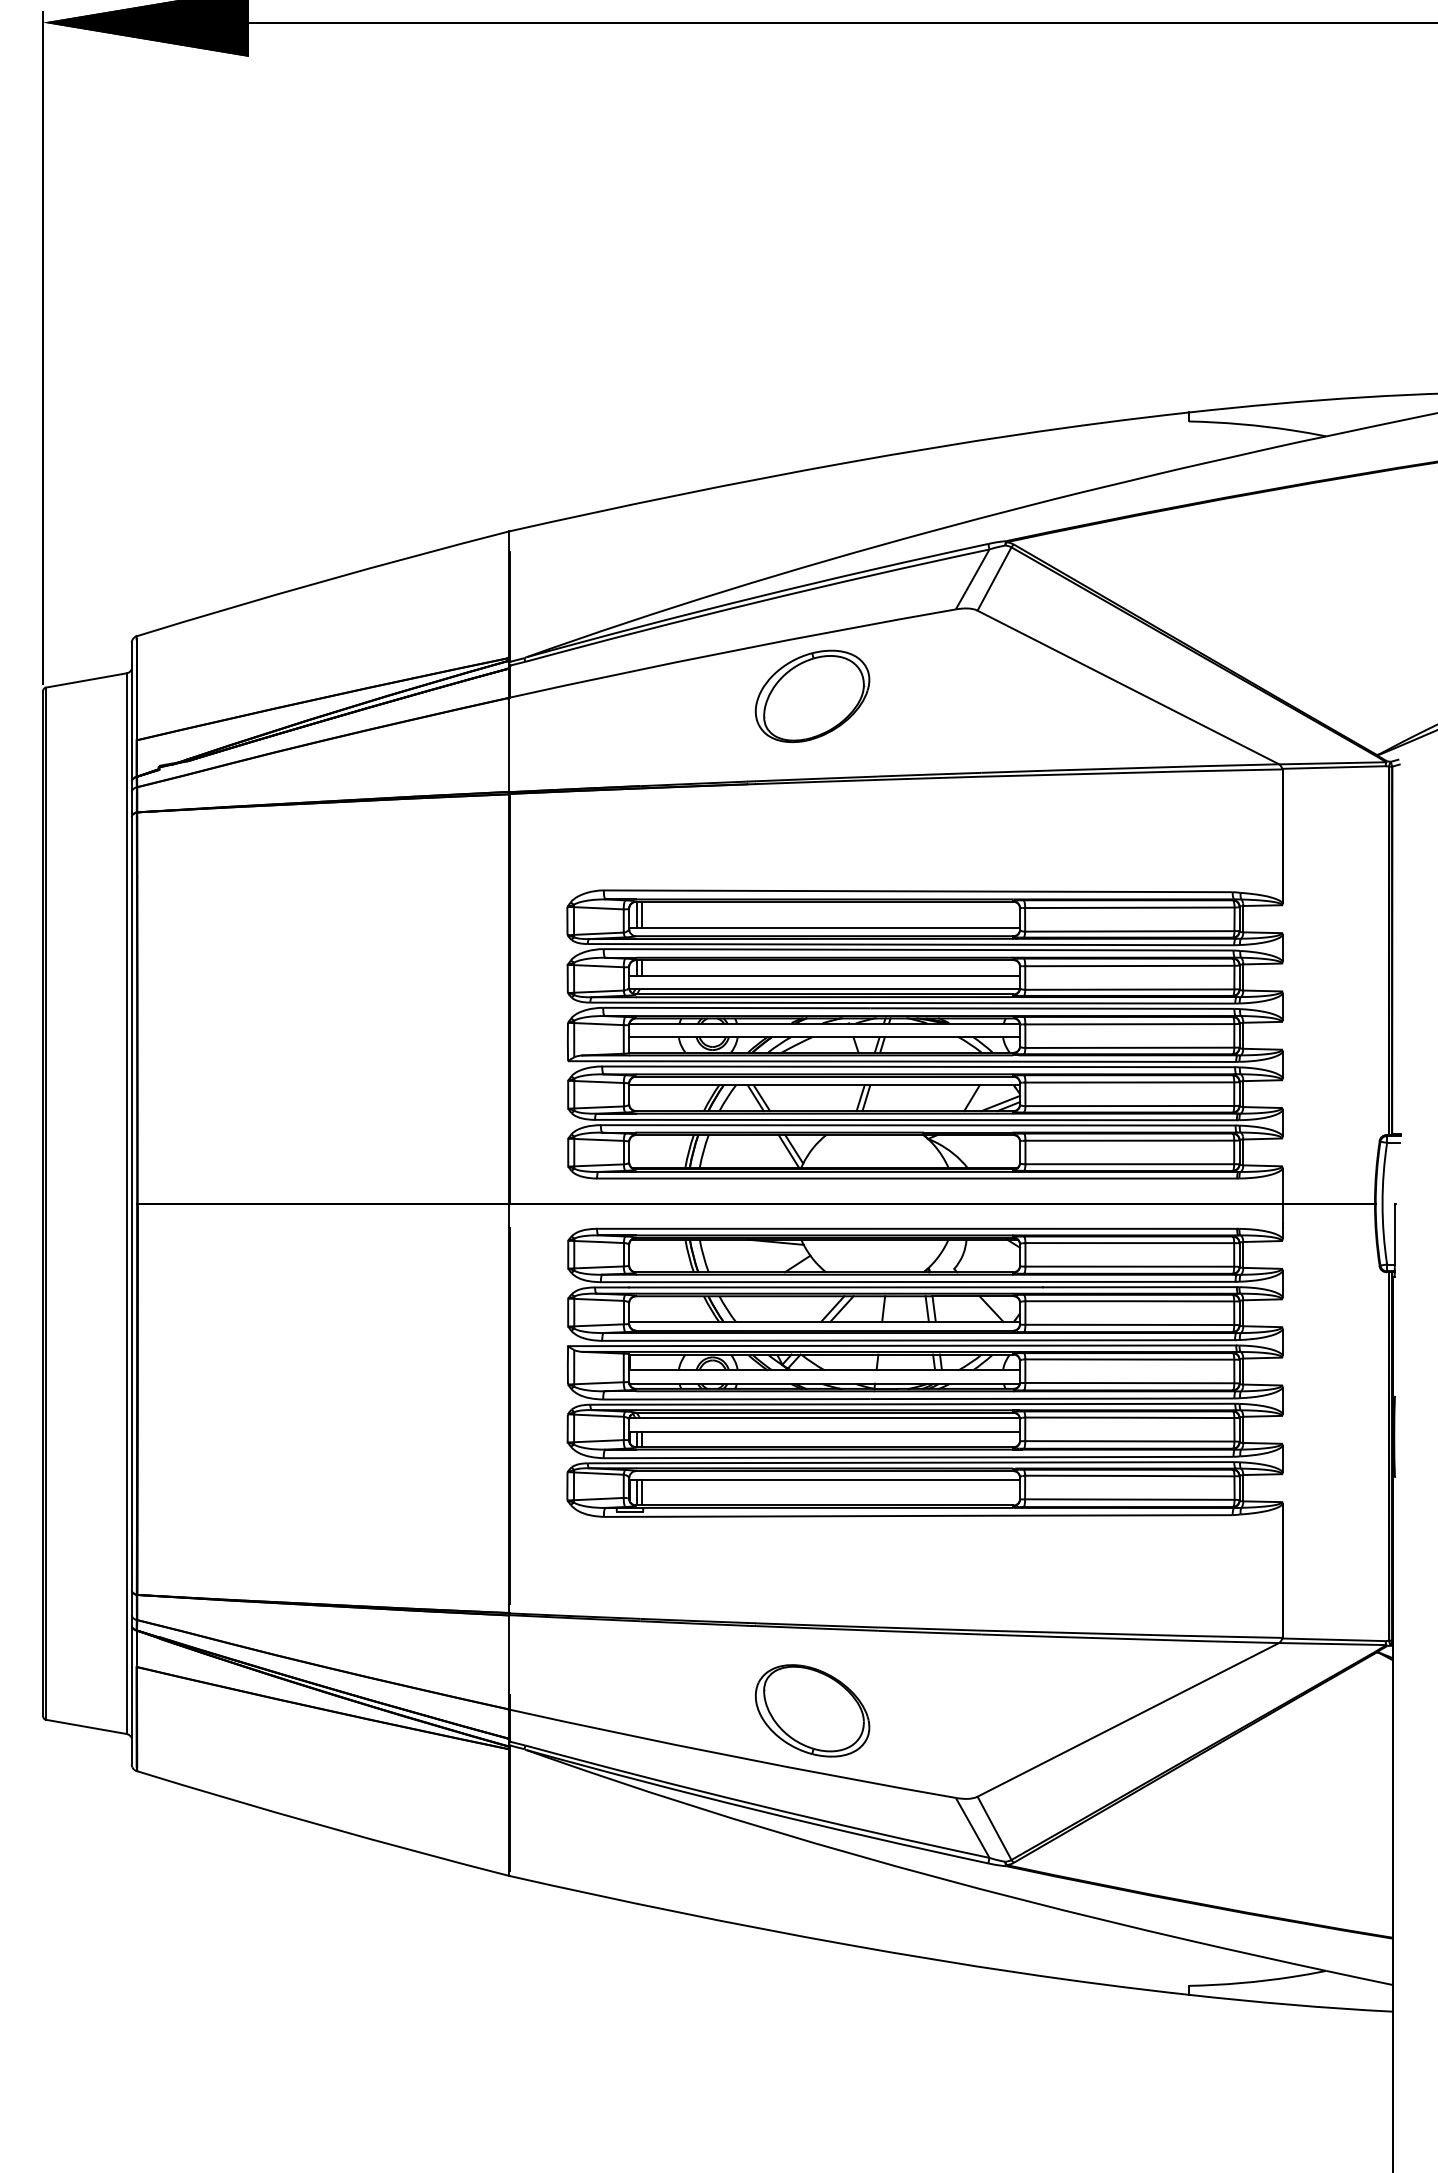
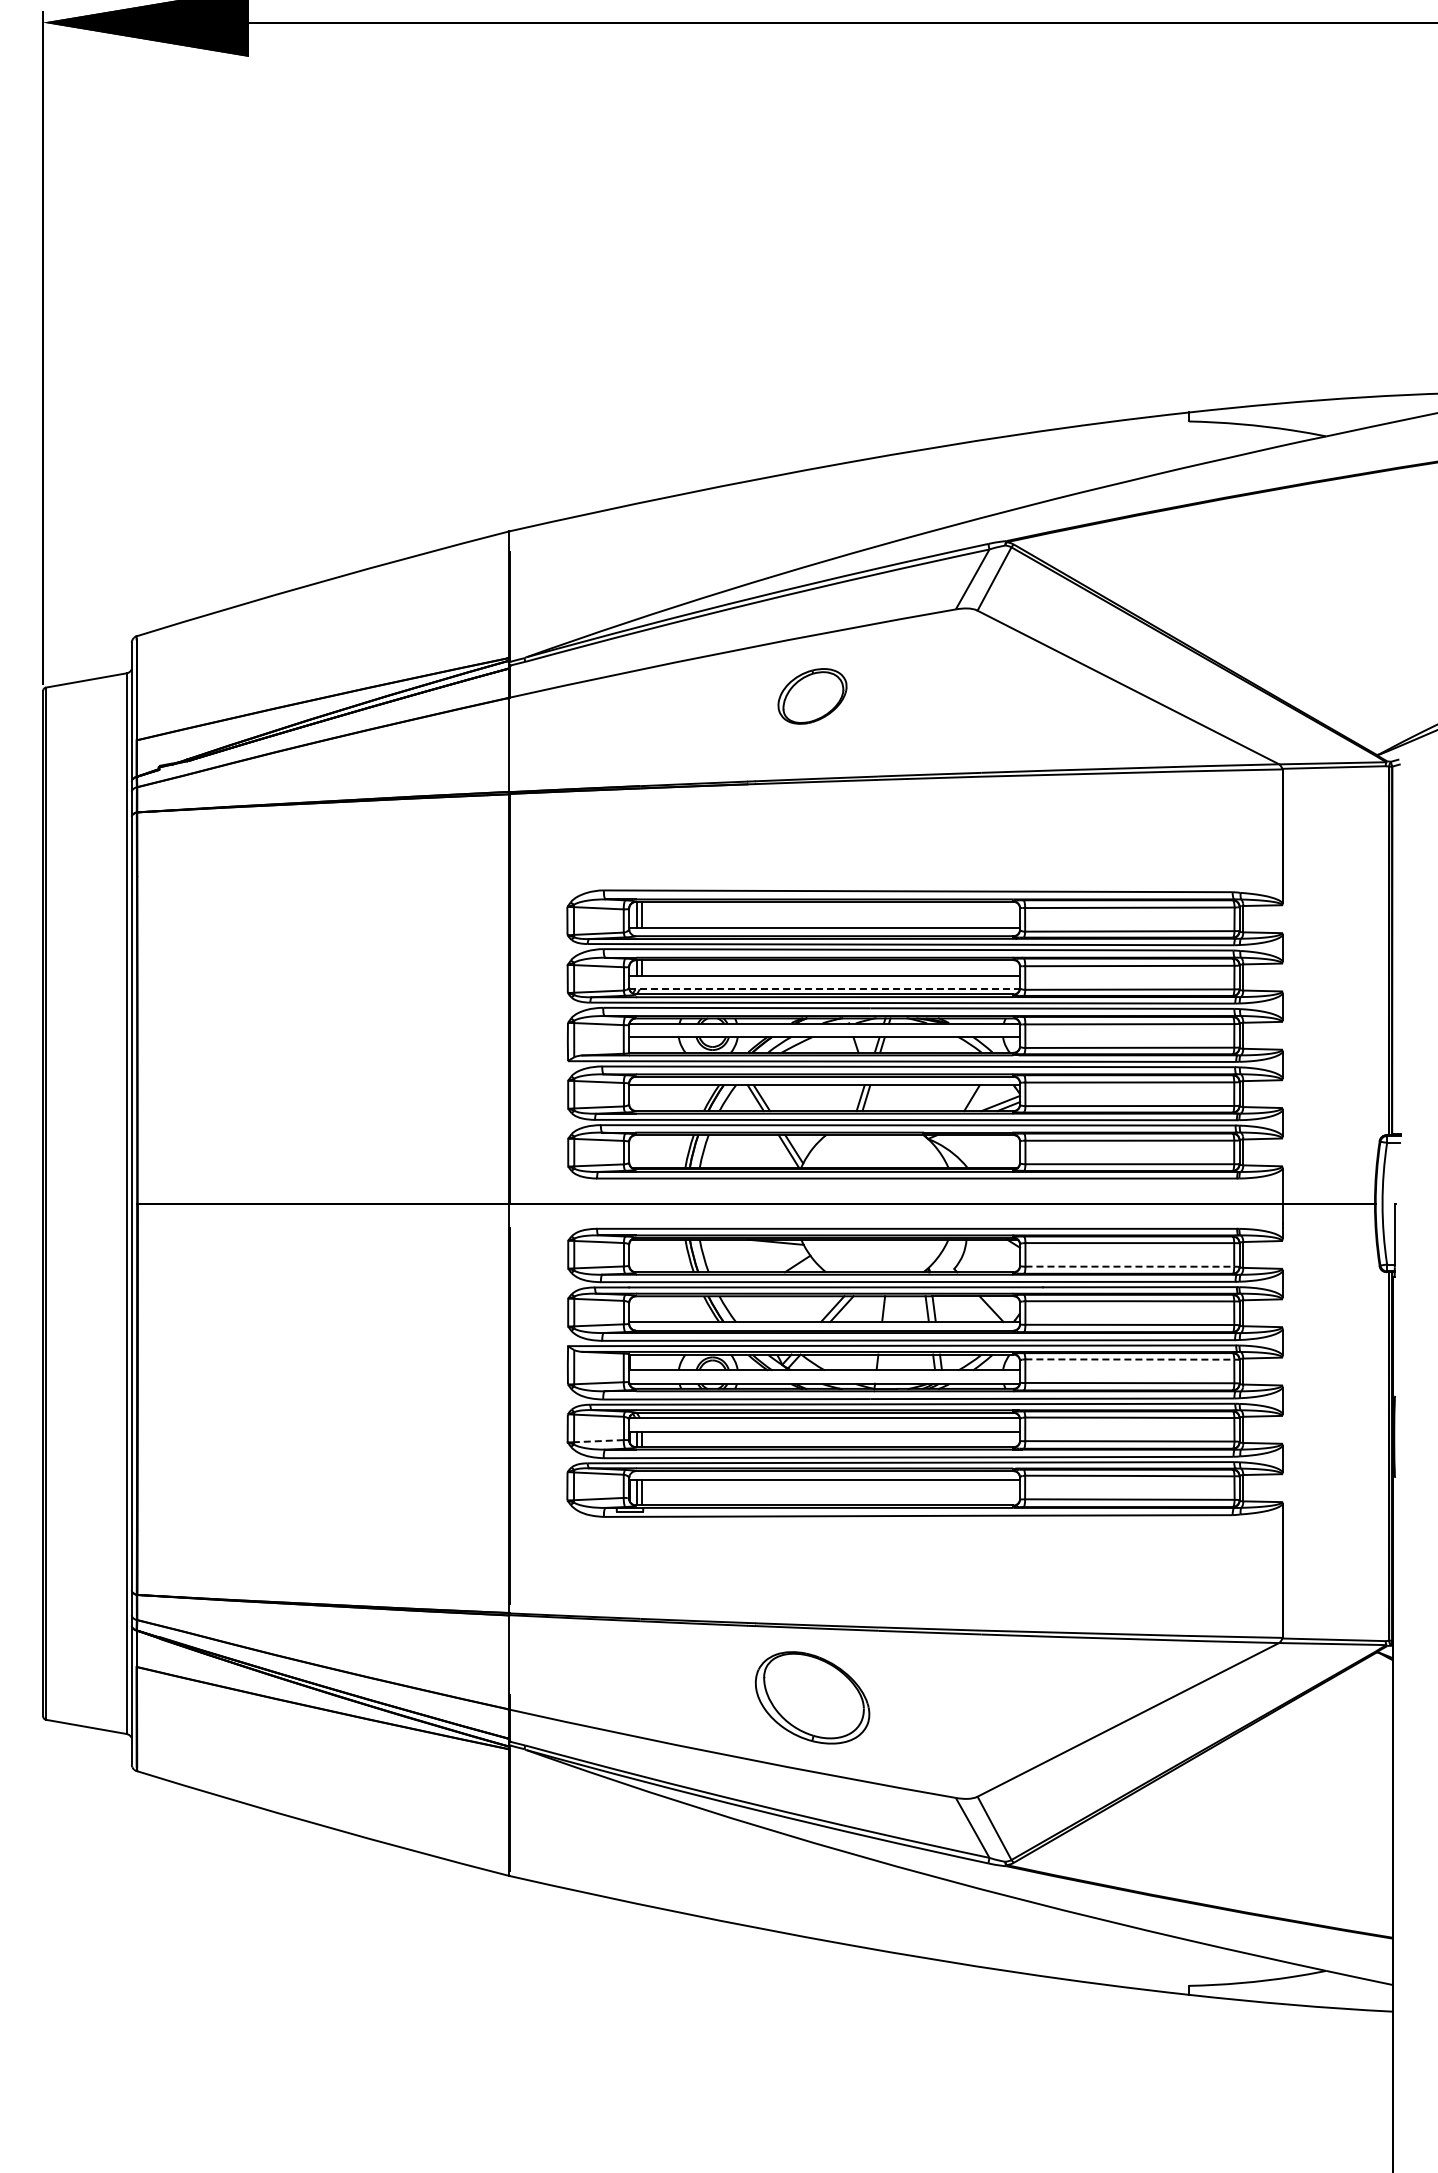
part at (812, 696) size: 117x95 px -> 71x57 px
line at (825, 989): solid -> dashed
line at (1130, 1266): solid -> dashed
line at (1130, 1359): solid -> dashed
line at (598, 1441): solid -> dashed
part at (812, 1710) position: (812, 1710) -> (812, 1697)
